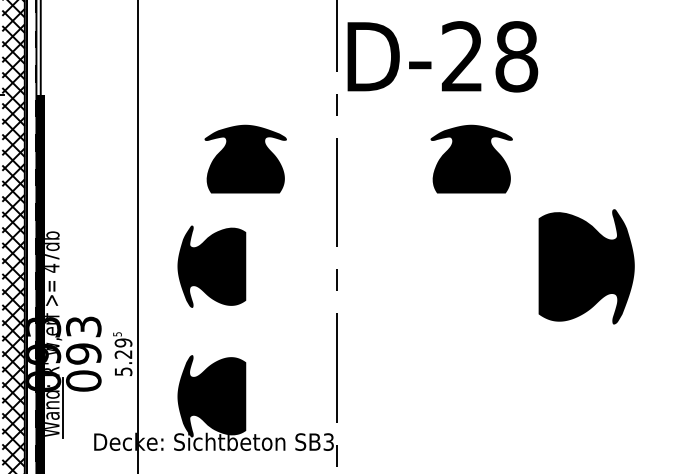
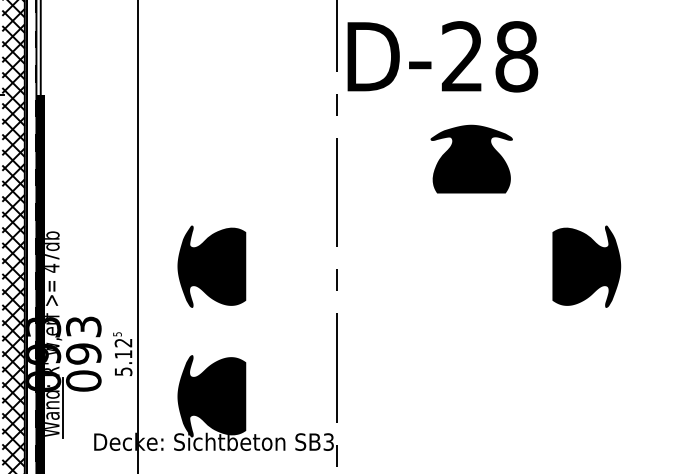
part at (245, 158): present -> none
part at (586, 266) size: 97x116 px -> 70x83 px
text at (123, 348): 5.29 -> 5.12
